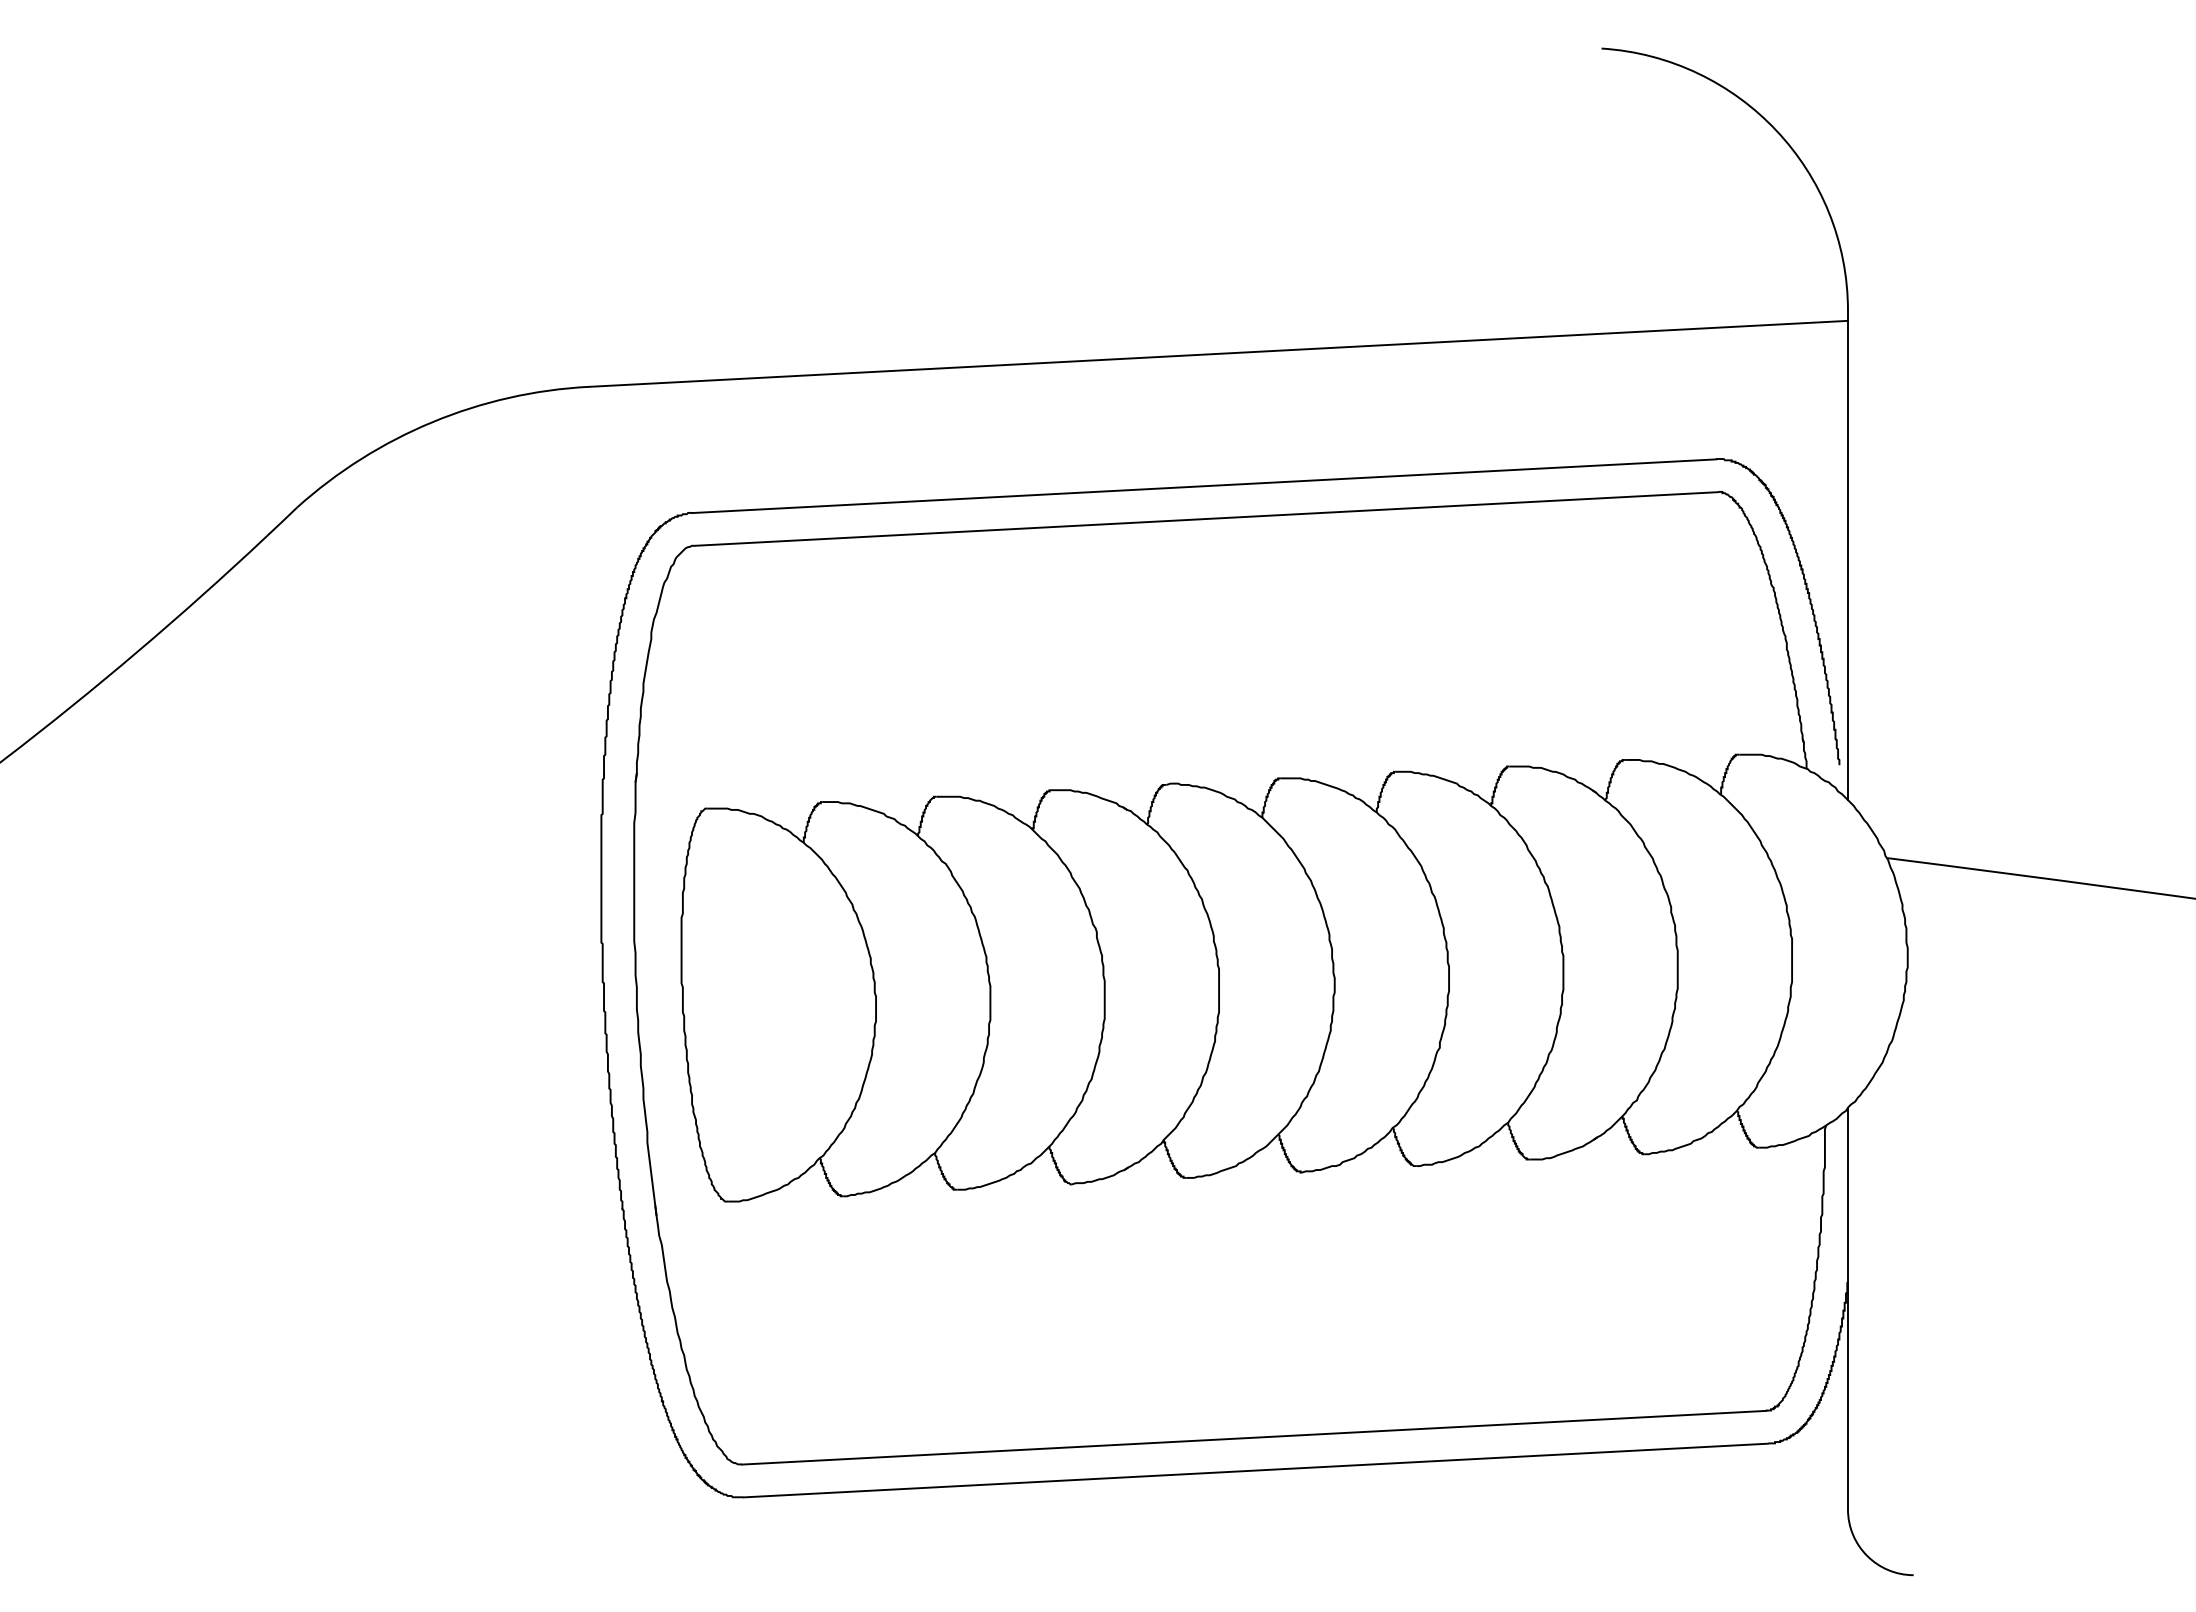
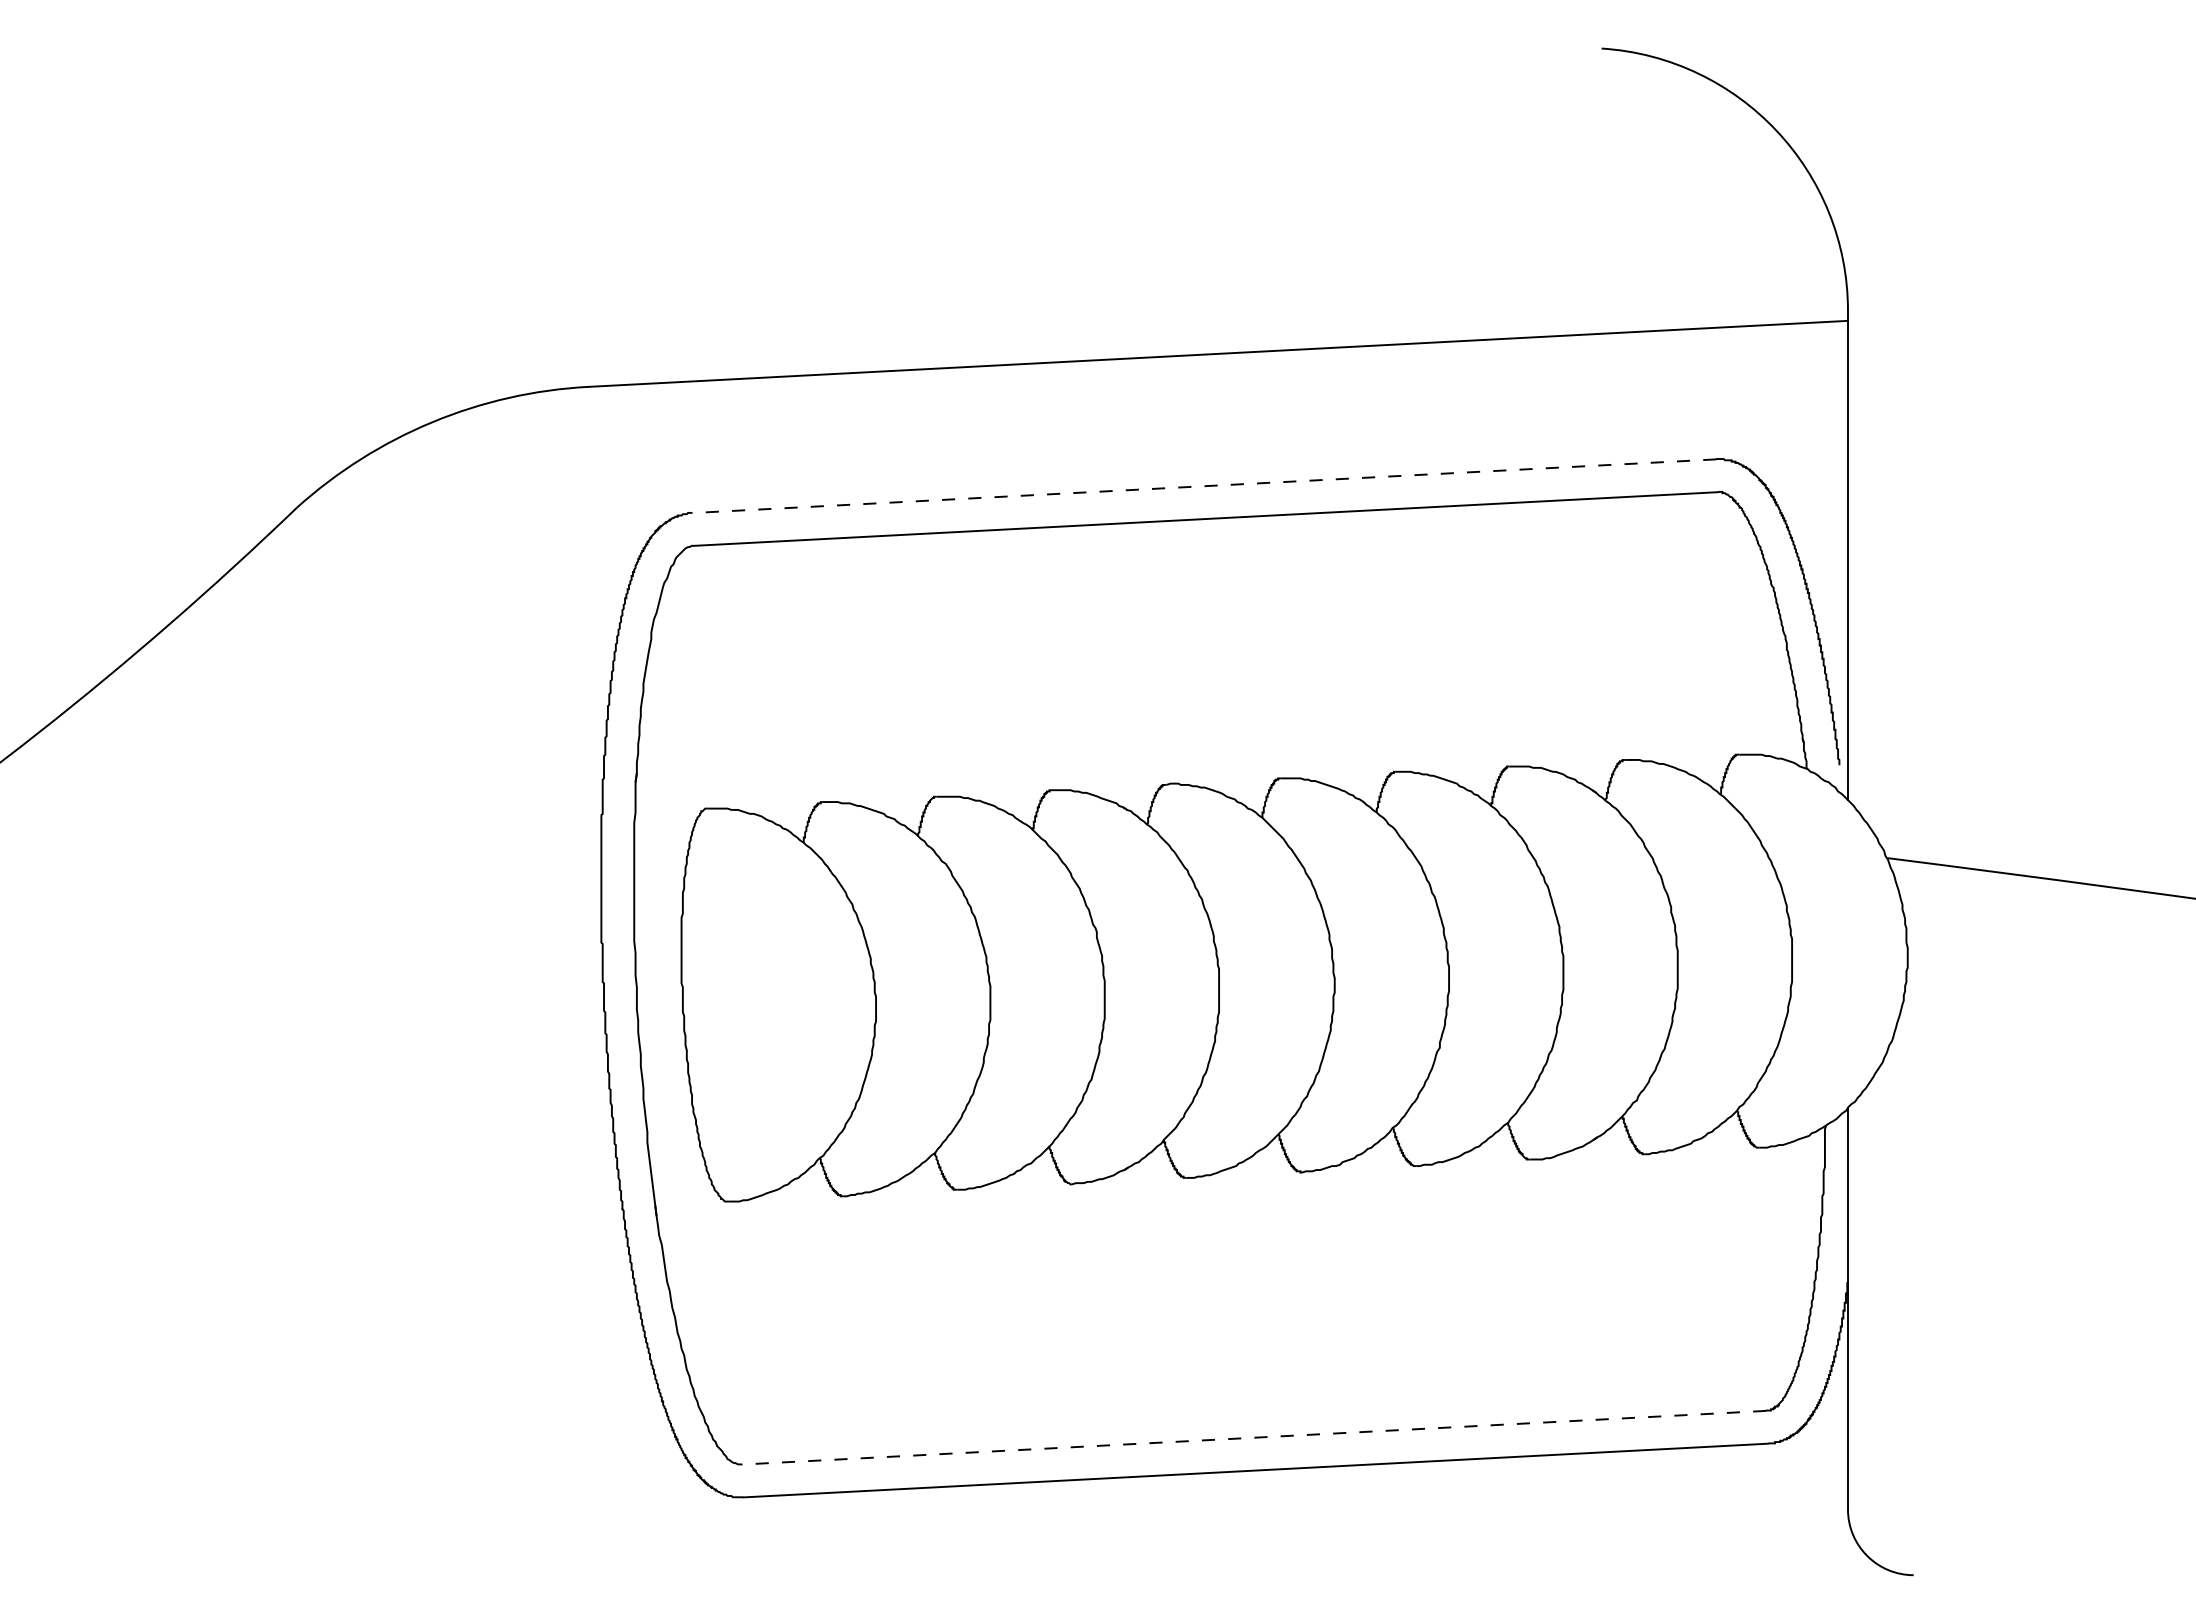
line at (1204, 486): solid -> dashed
line at (1254, 1437): solid -> dashed
